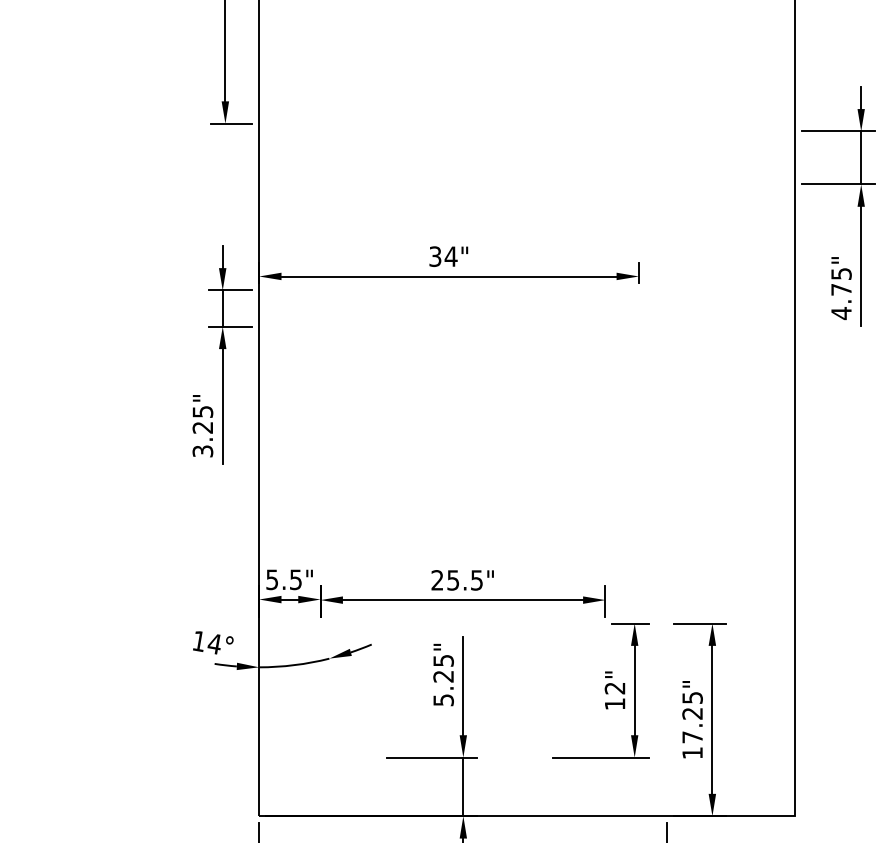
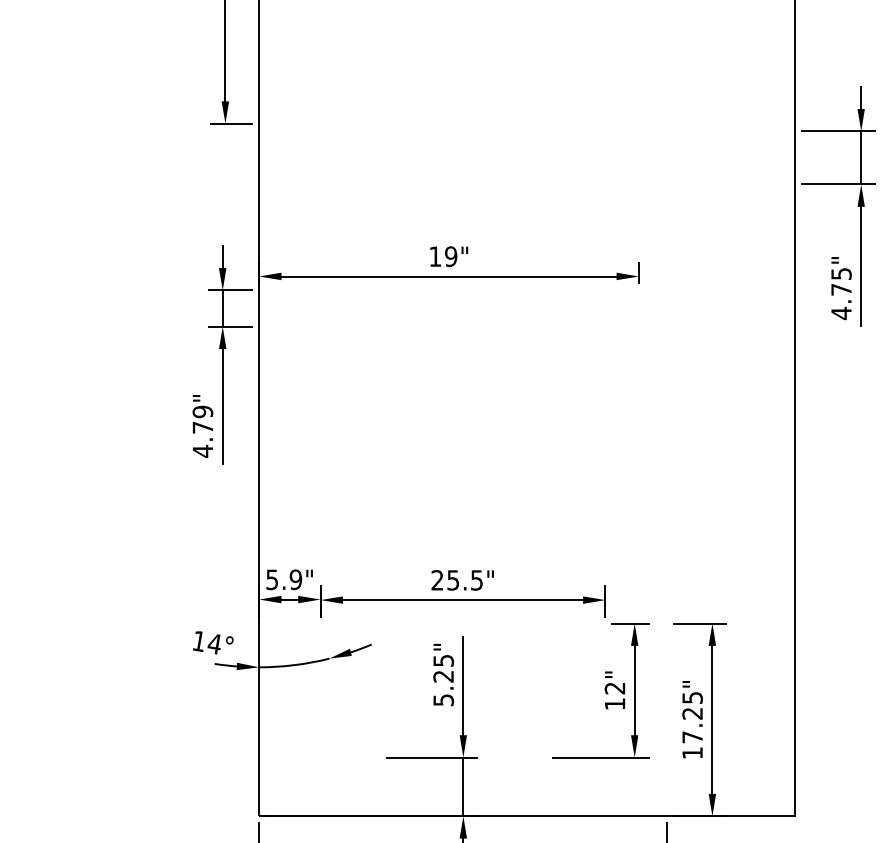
text at (443, 256): 34" -> 19"
text at (202, 431): 3.25" -> 4.79"
text at (295, 579): 5.5" -> 5.9"
